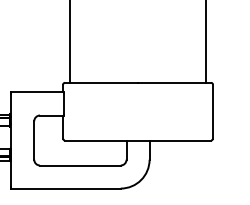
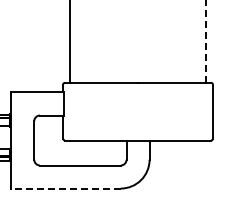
line at (206, 41): solid -> dashed
line at (65, 188): solid -> dashed
